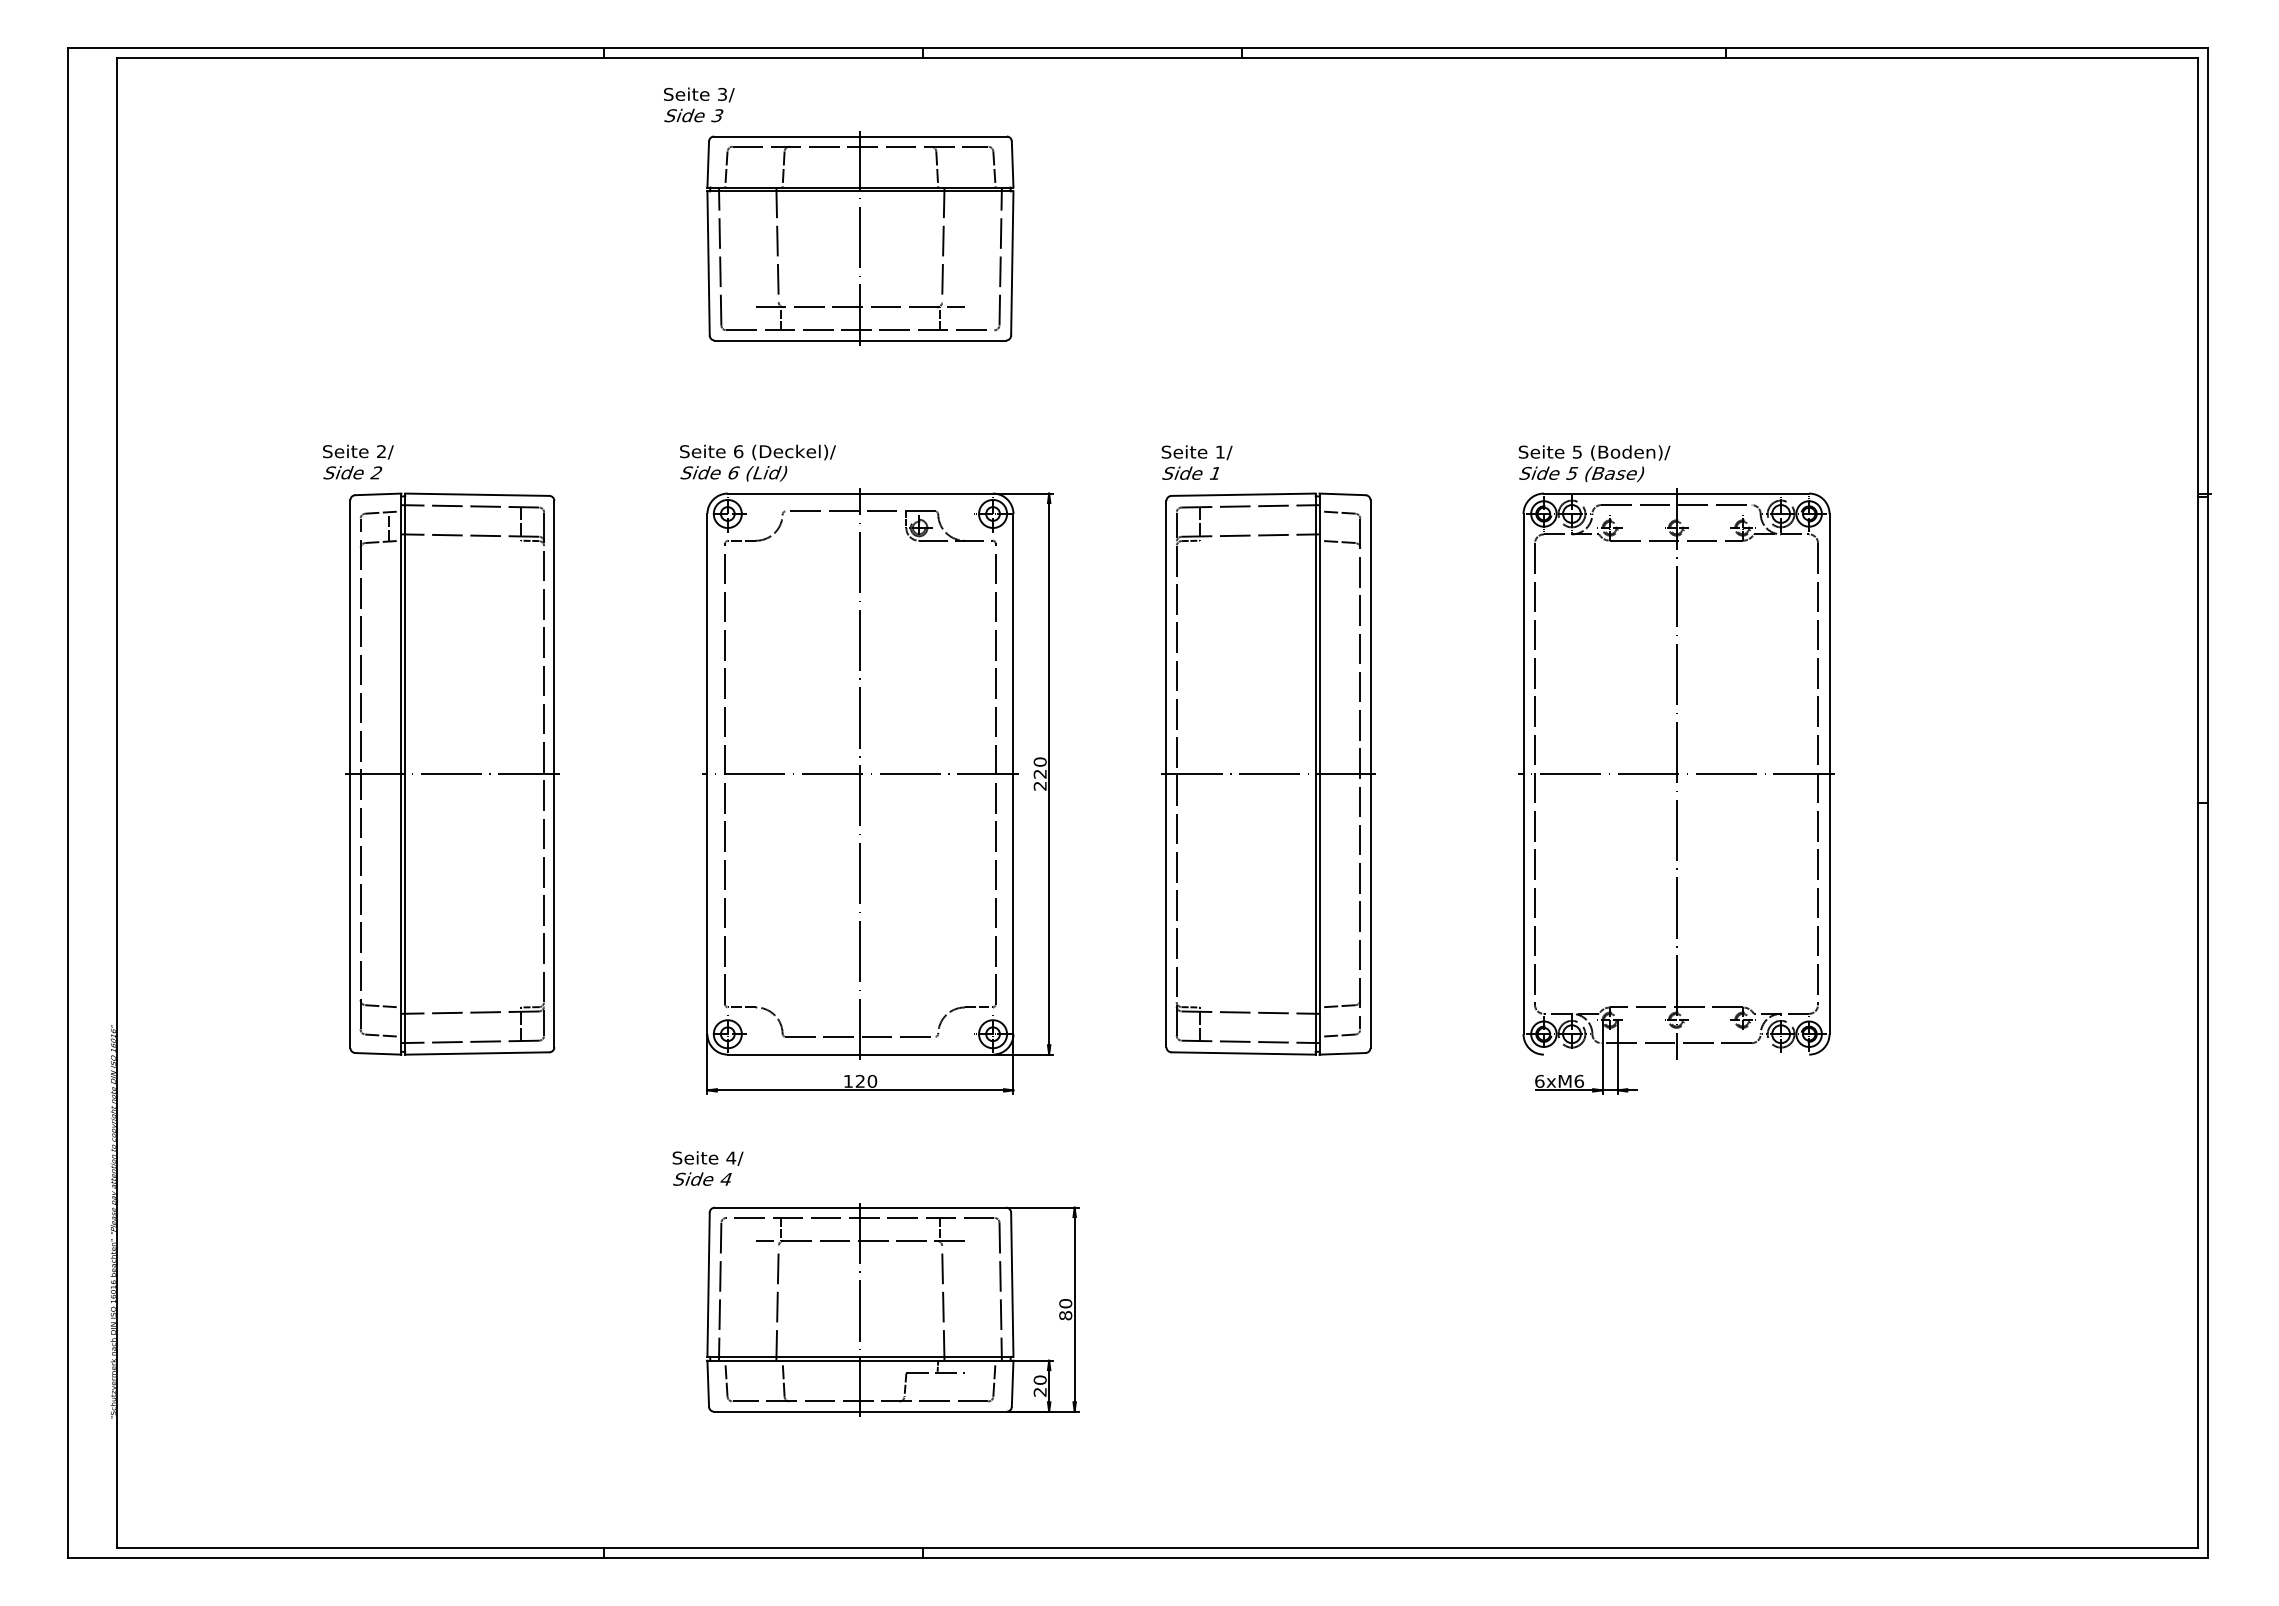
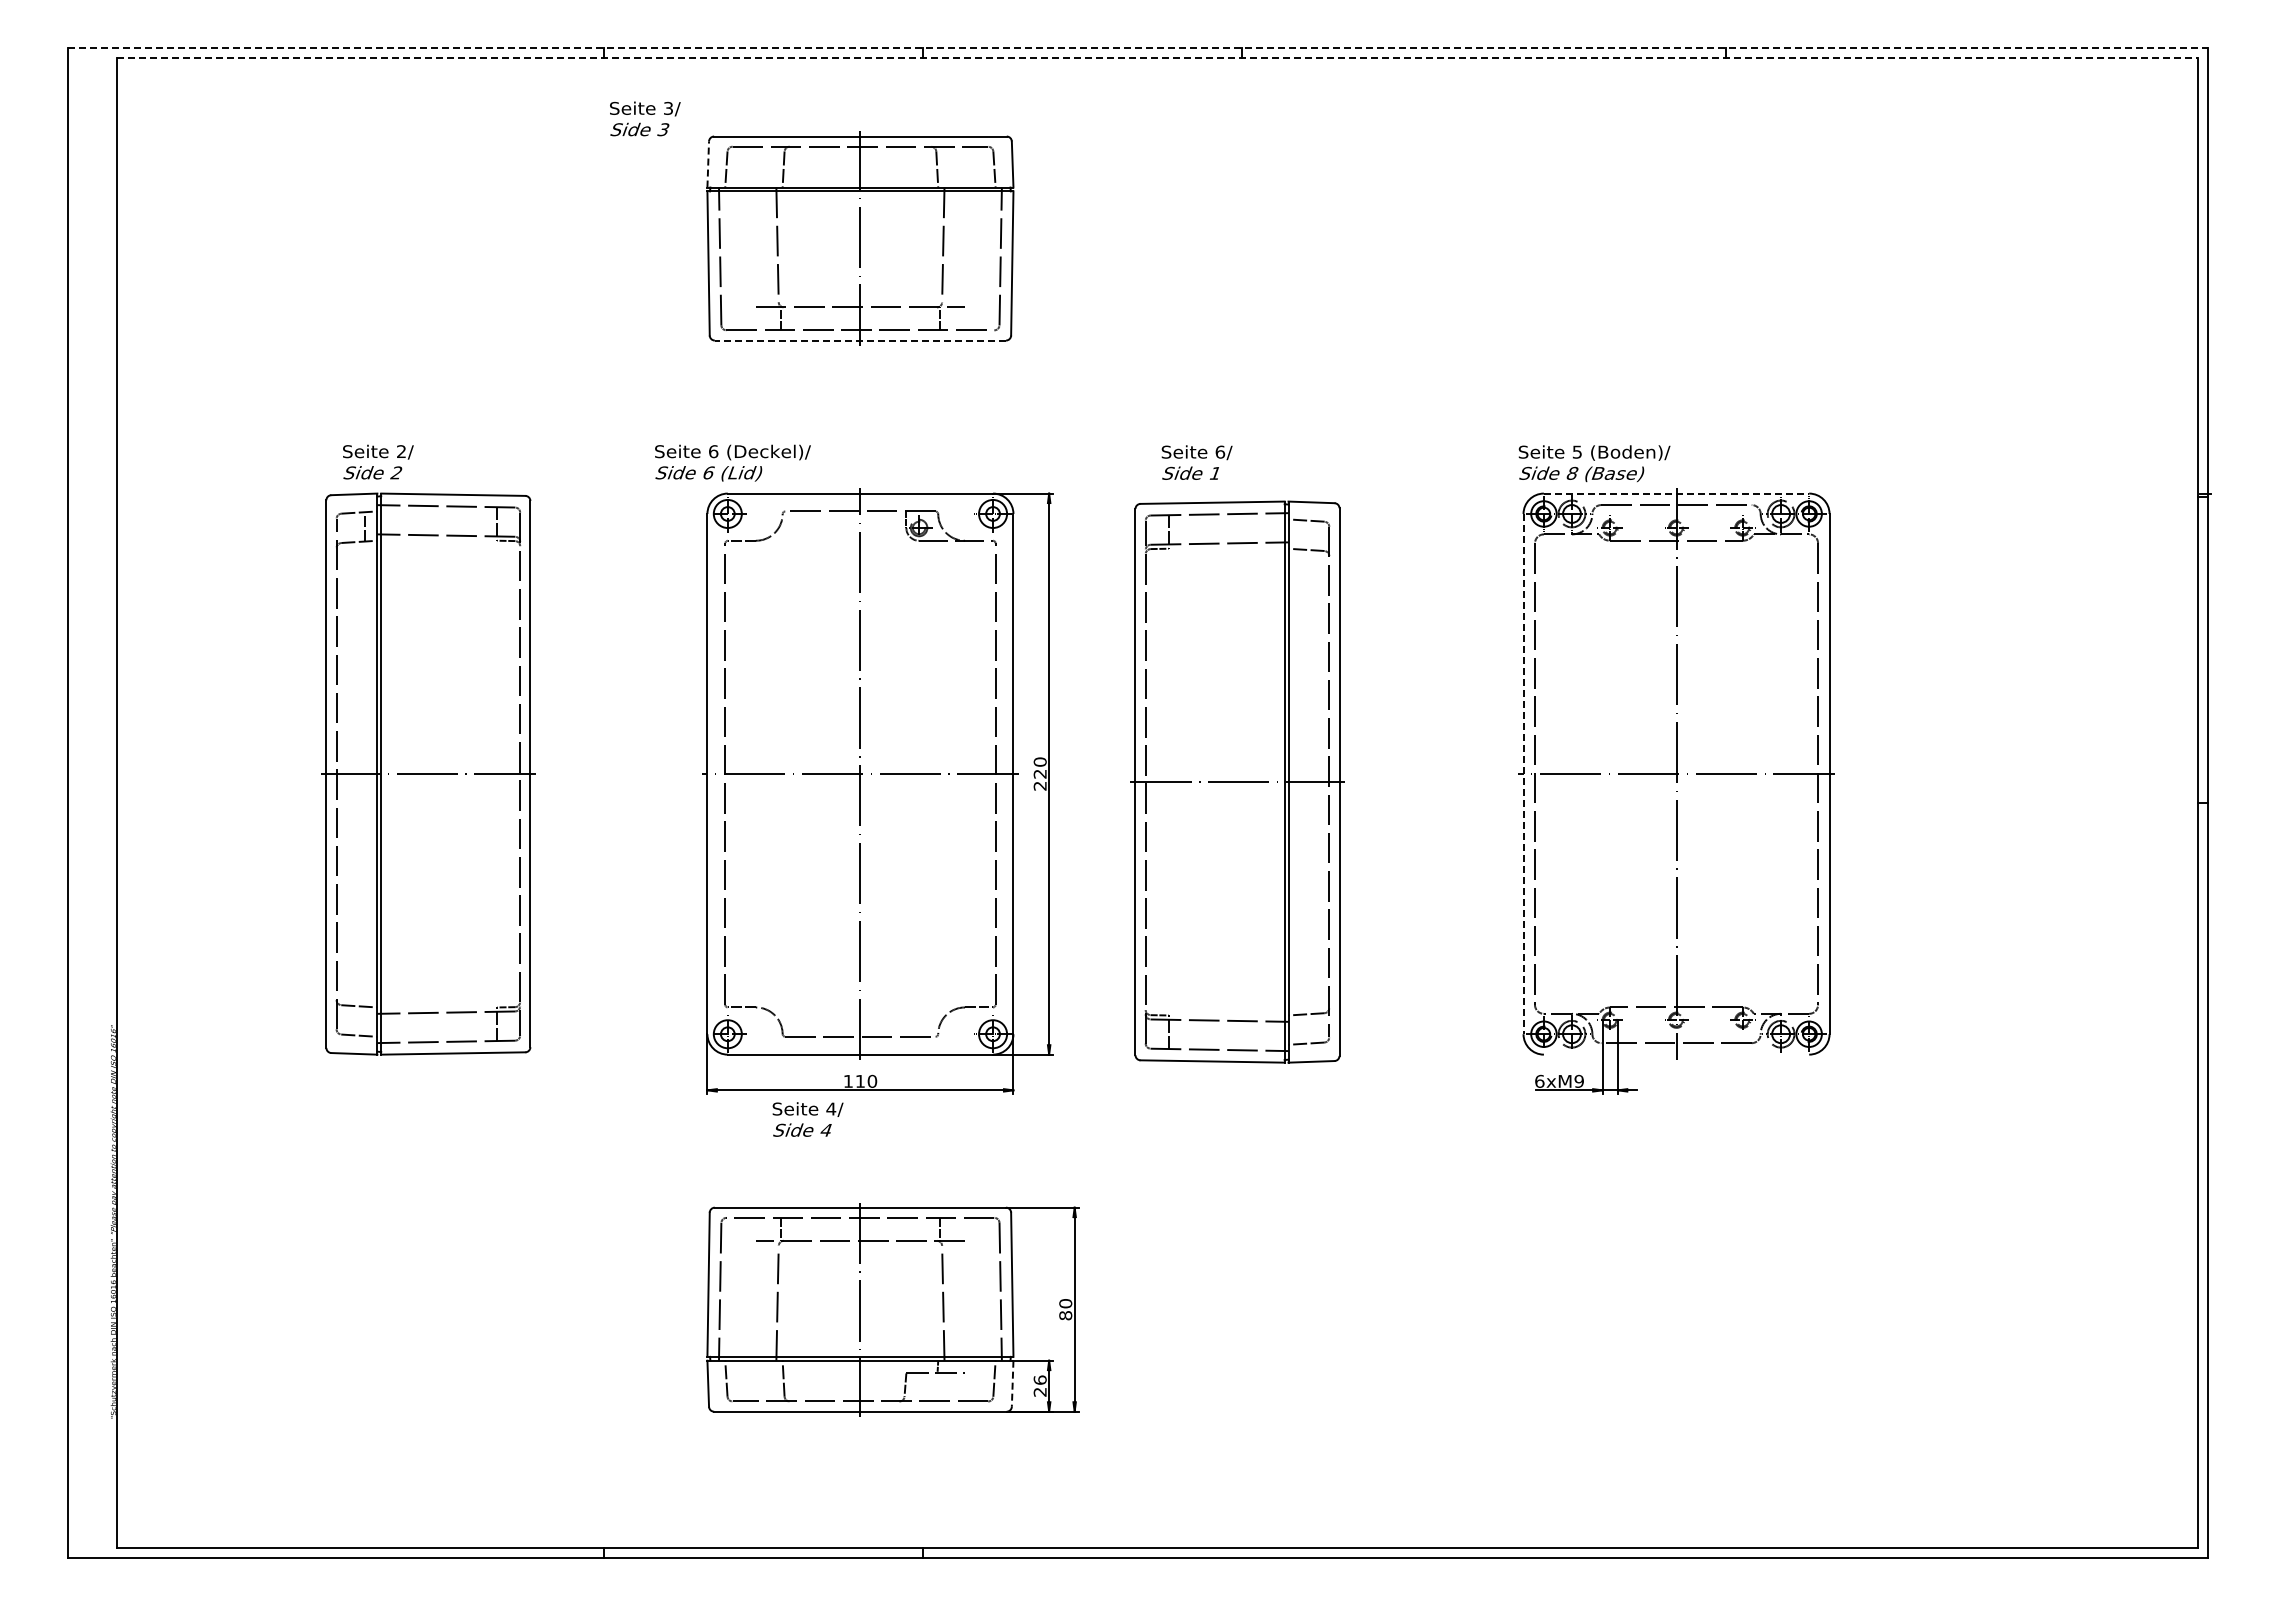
line at (1138, 48): solid -> dashed
line at (1157, 58): solid -> dashed
text at (699, 104) position: (699, 104) -> (645, 118)
line at (708, 164): solid -> dashed
line at (860, 340): solid -> dashed
text at (1220, 451): 1/ -> 6/
text at (358, 461) position: (358, 461) -> (378, 461)
text at (757, 462) position: (757, 462) -> (732, 462)
text at (1572, 472): 5 -> 8
line at (1676, 493): solid -> dashed
part at (452, 773) position: (452, 773) -> (428, 773)
part at (1268, 773) position: (1268, 773) -> (1237, 781)
line at (1523, 774): solid -> dashed
text at (859, 1080): 120 -> 110
text at (1579, 1080): 6xM6 -> 6xM9
text at (707, 1168) position: (707, 1168) -> (807, 1119)
text at (1039, 1379): 20 -> 26
line at (1012, 1384): solid -> dashed
